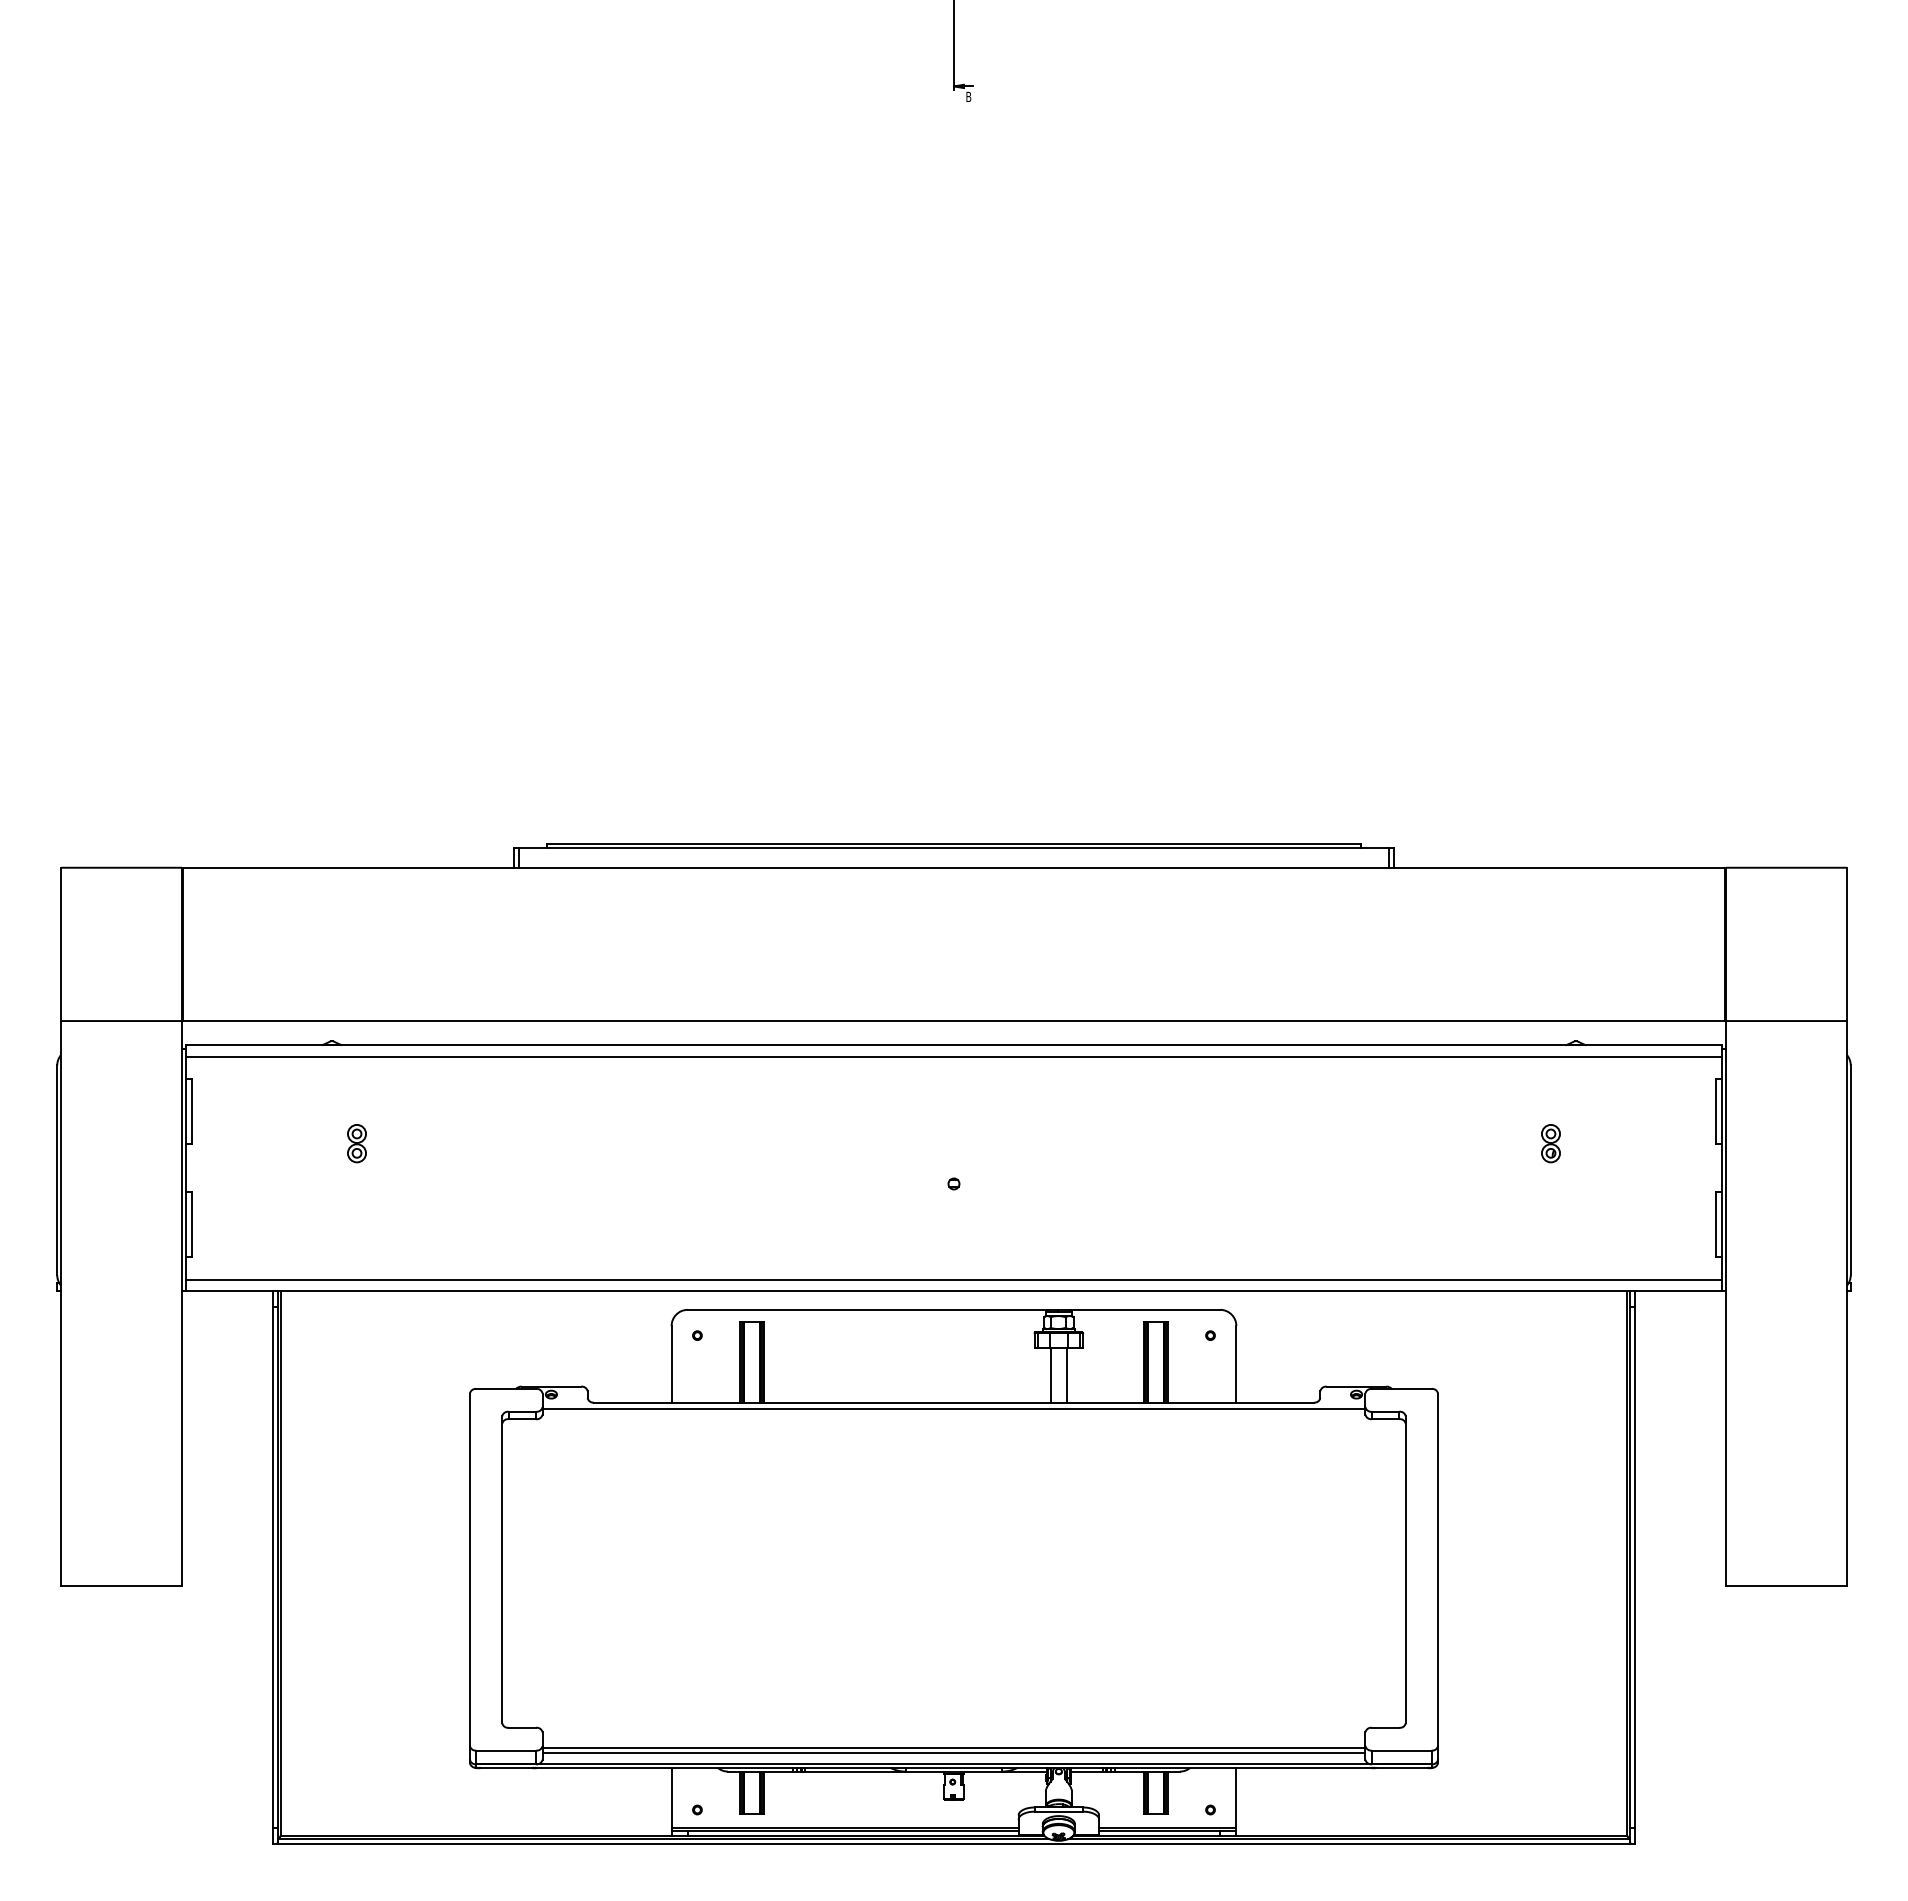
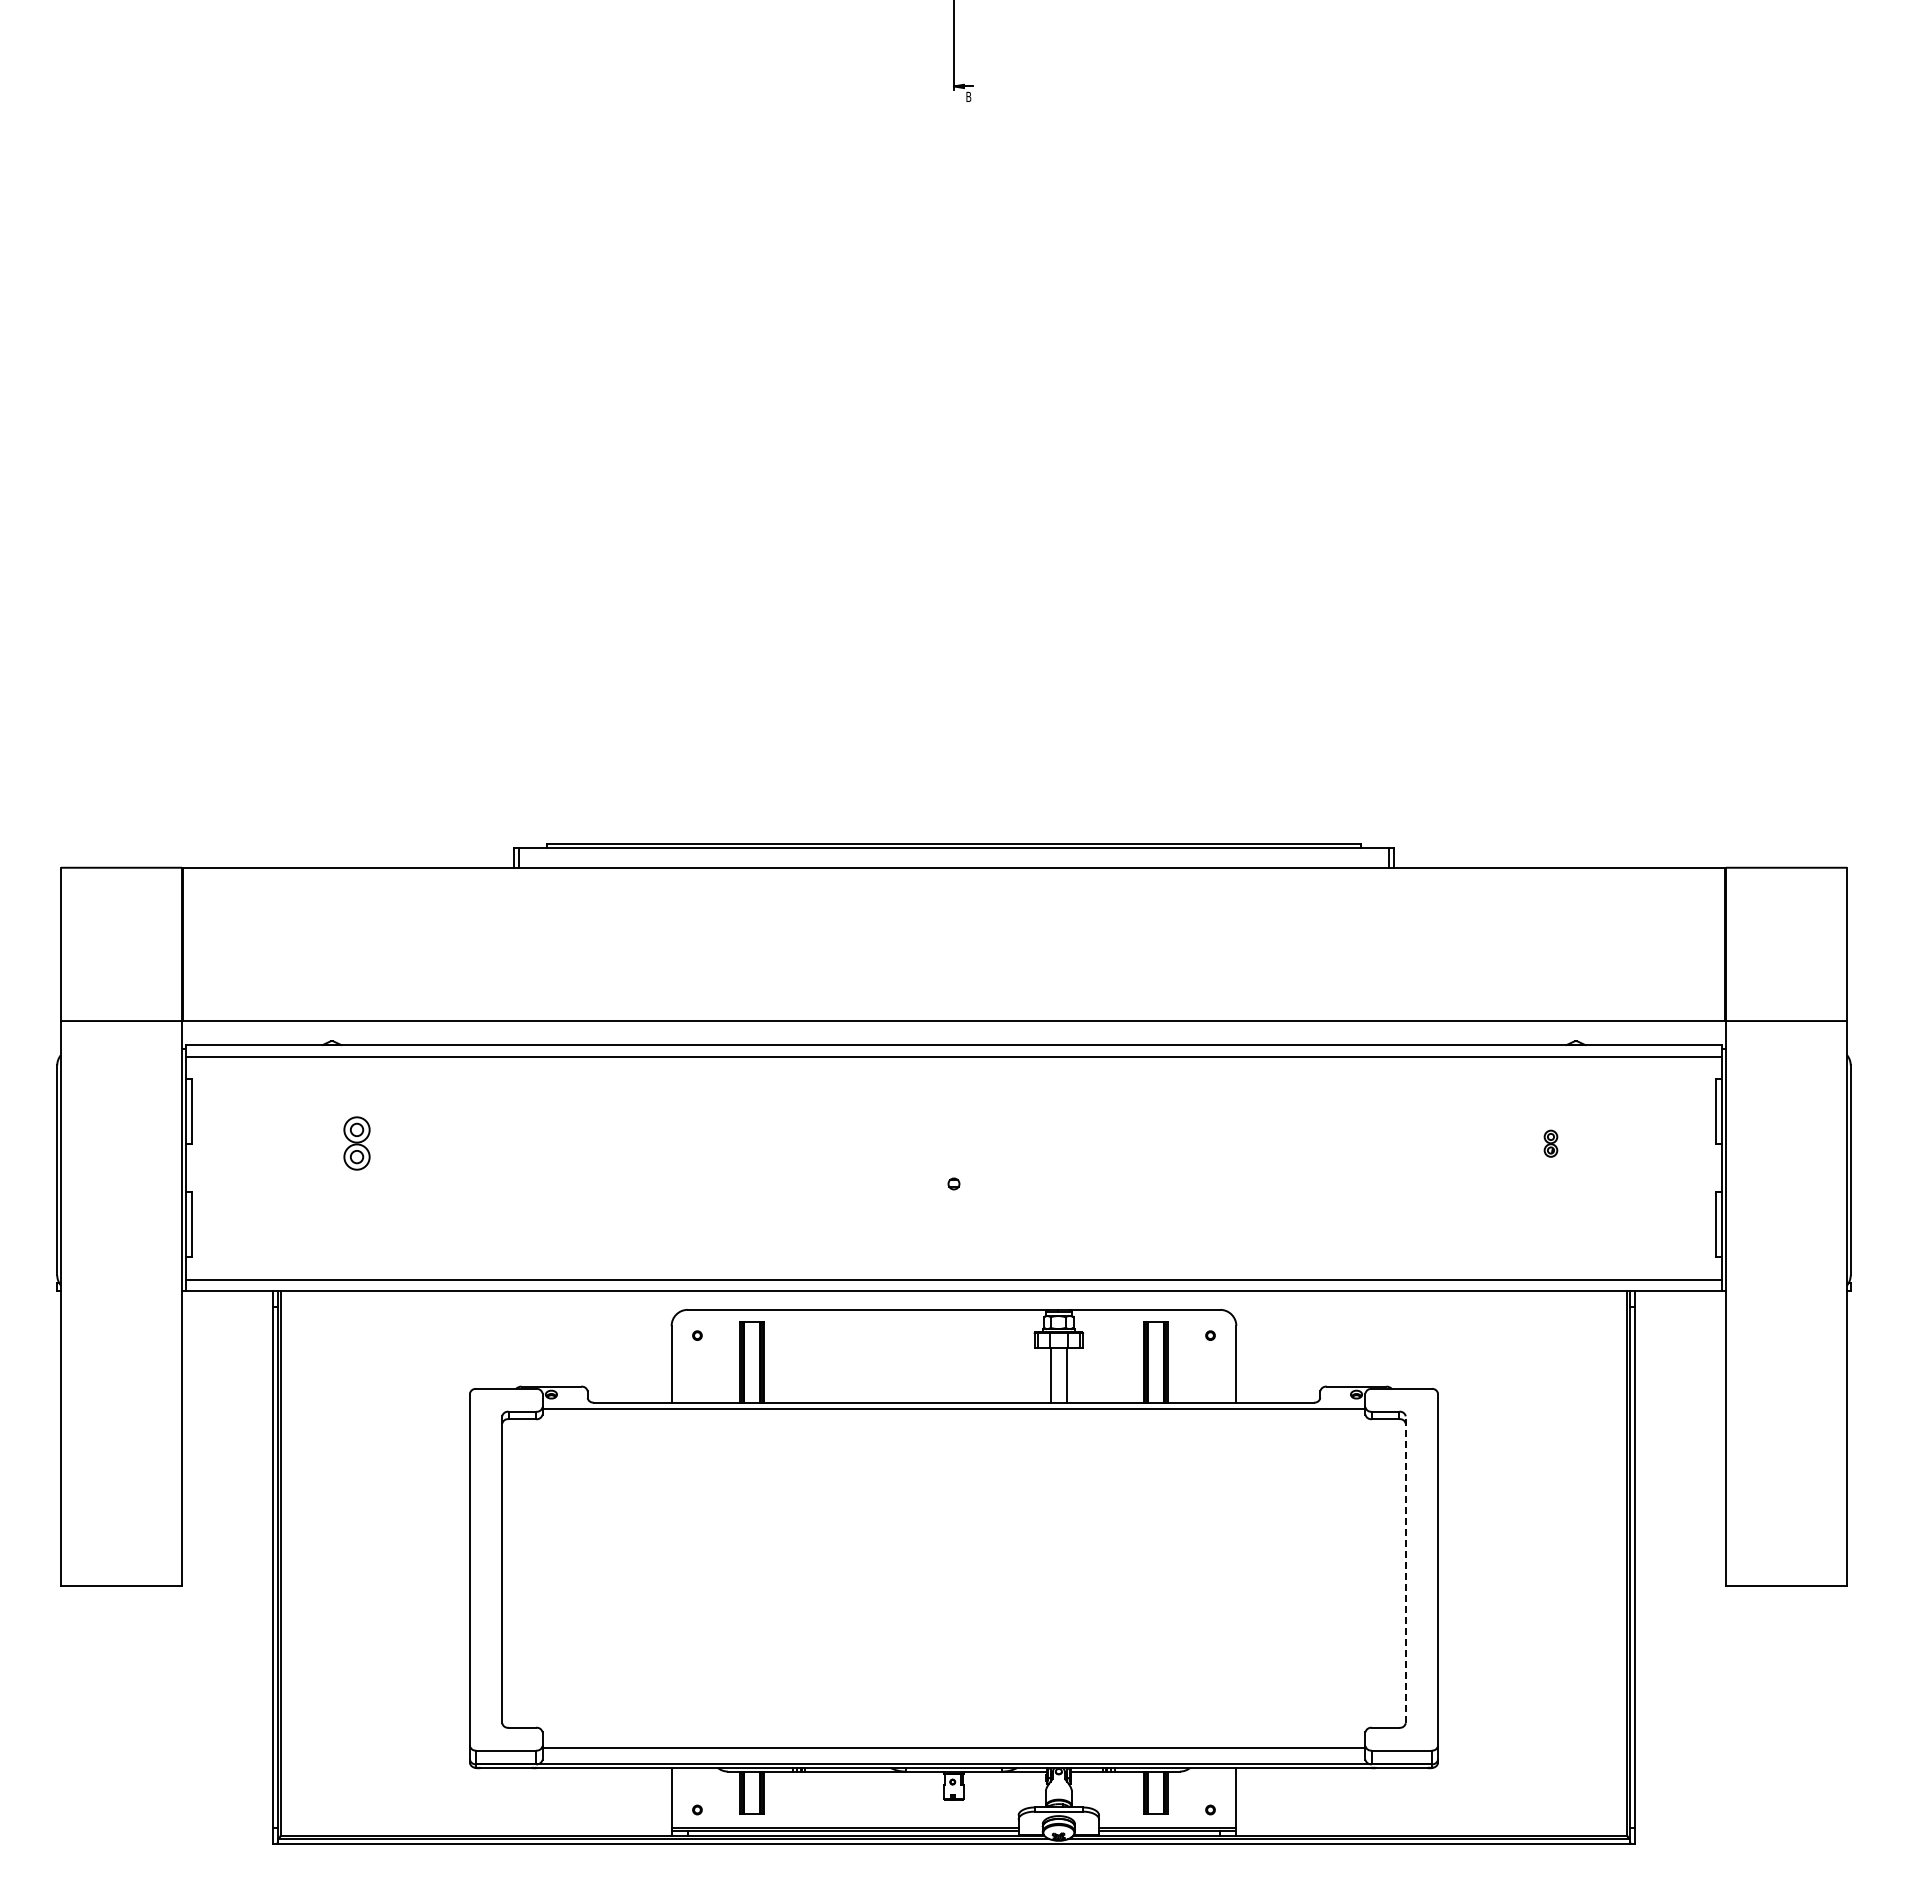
part at (356, 1143) size: 20x40 px -> 28x55 px
part at (1550, 1143) size: 20x40 px -> 16x29 px
line at (1405, 1569): solid -> dashed
line at (953, 1752): present -> none
